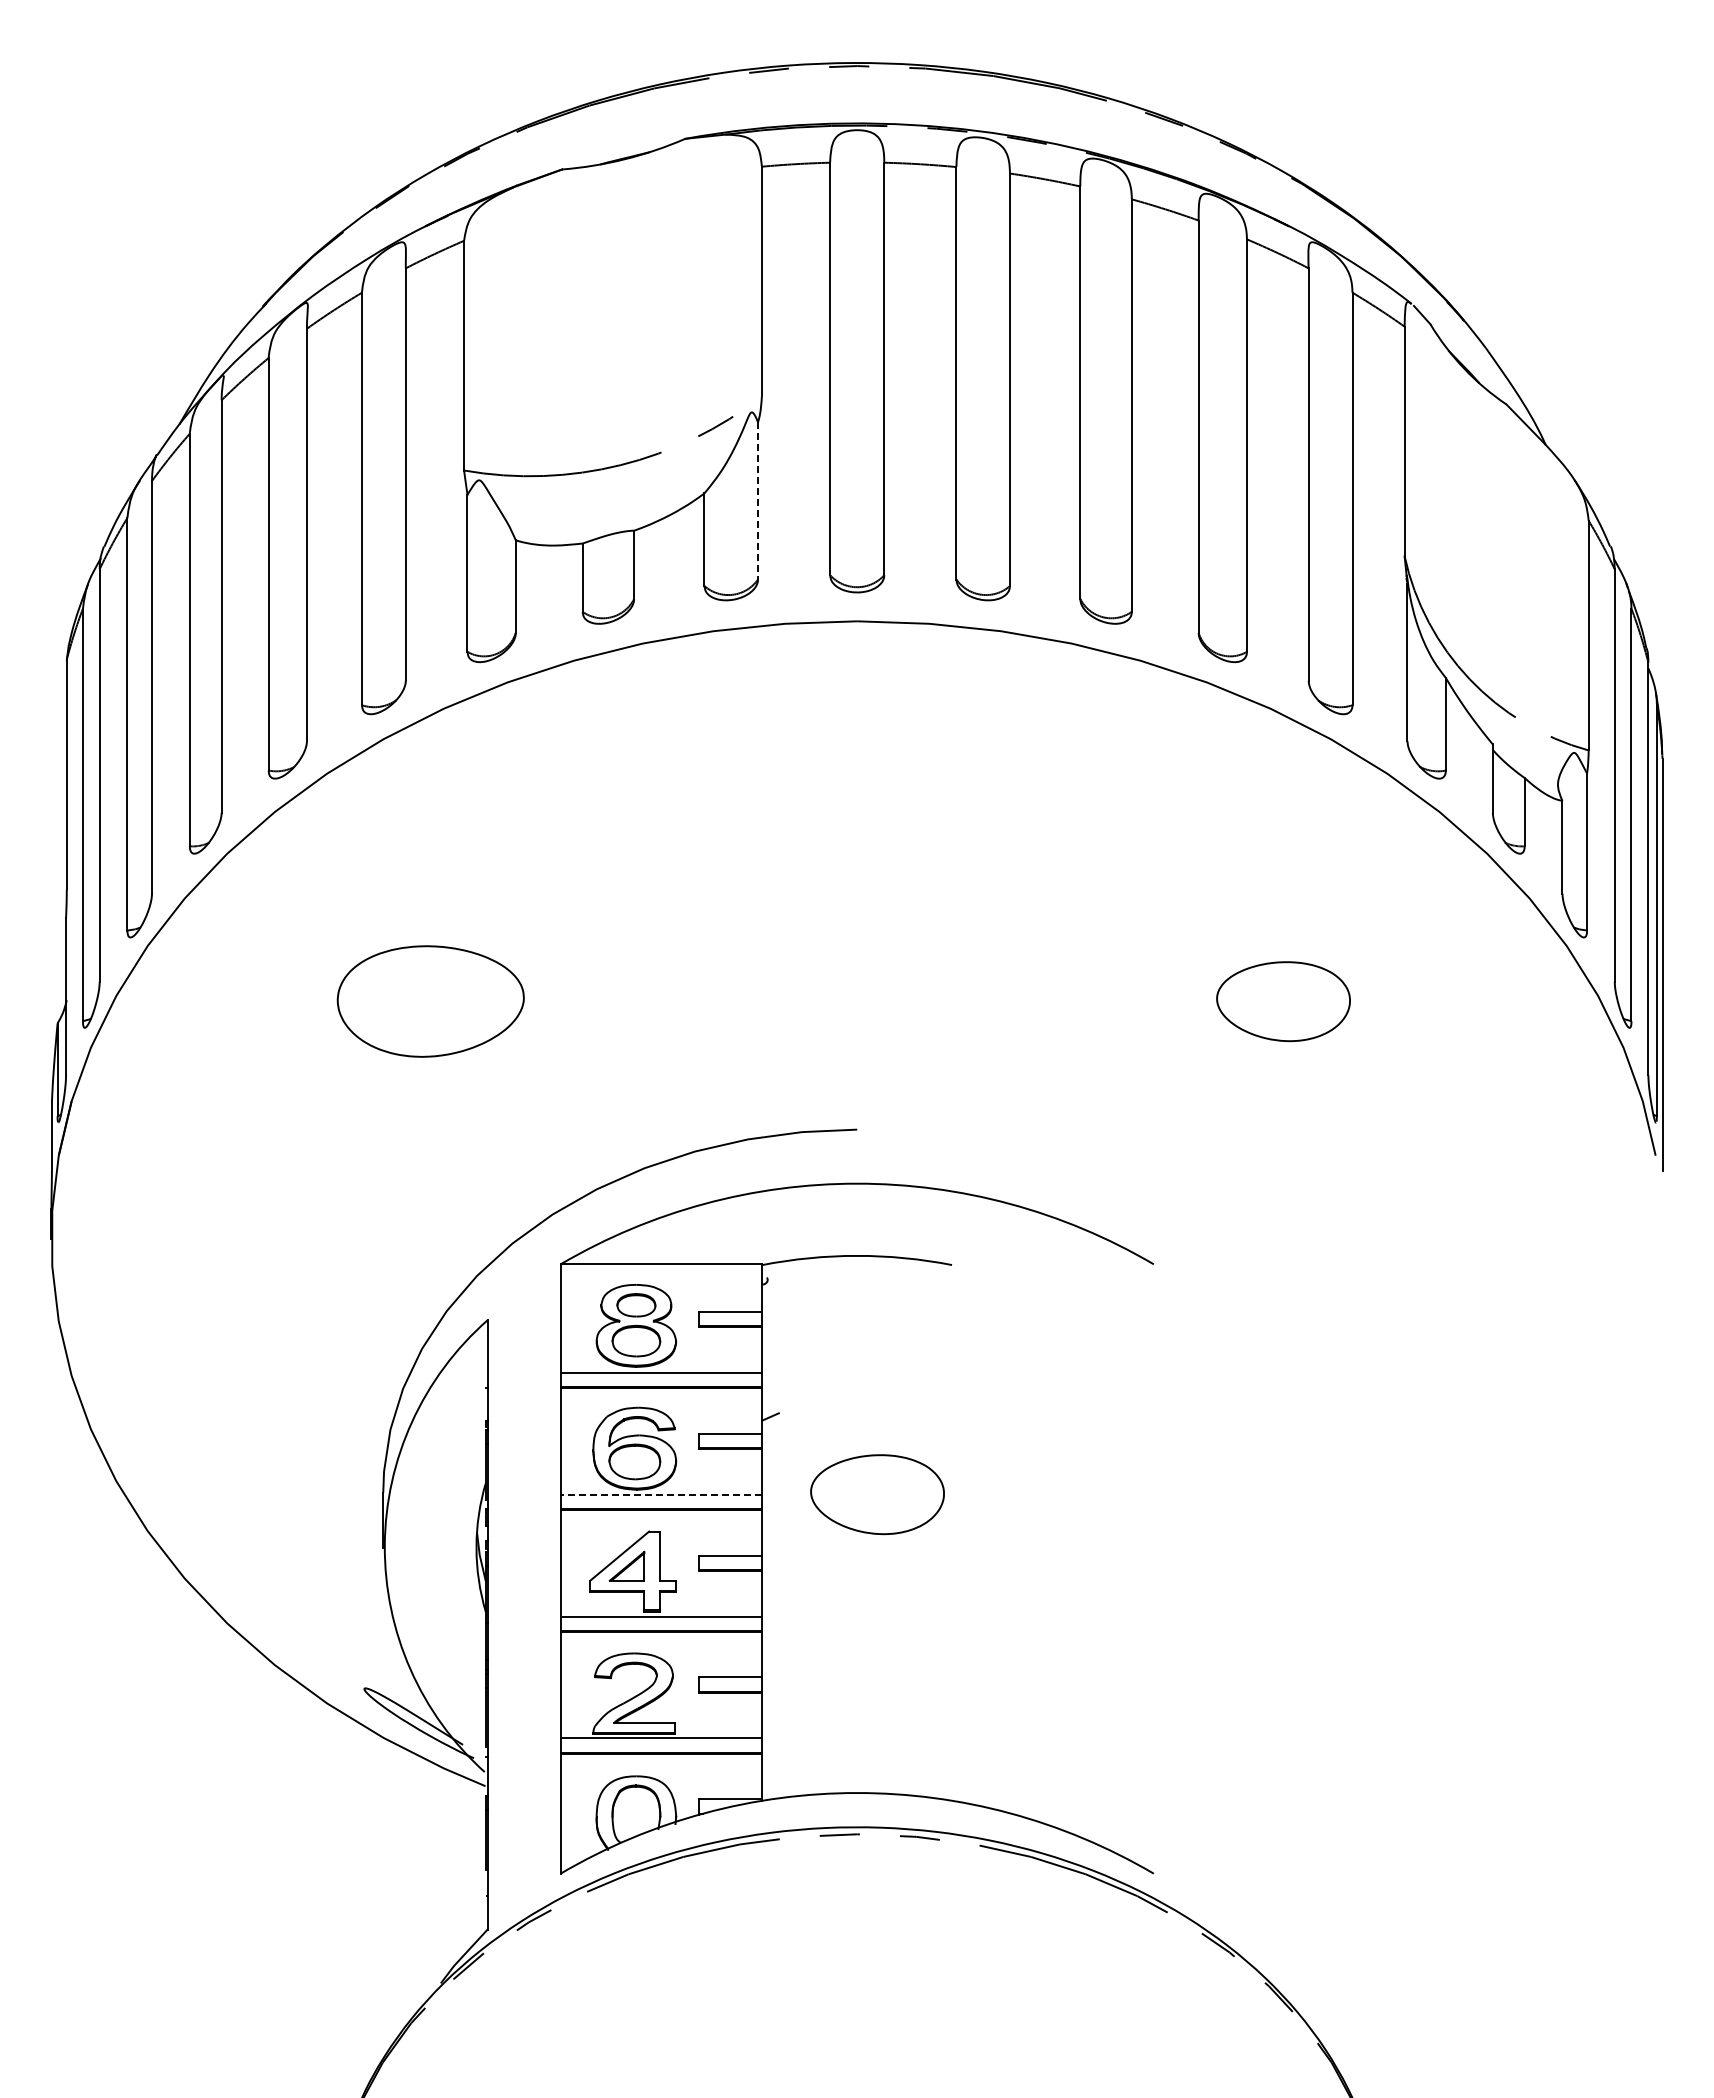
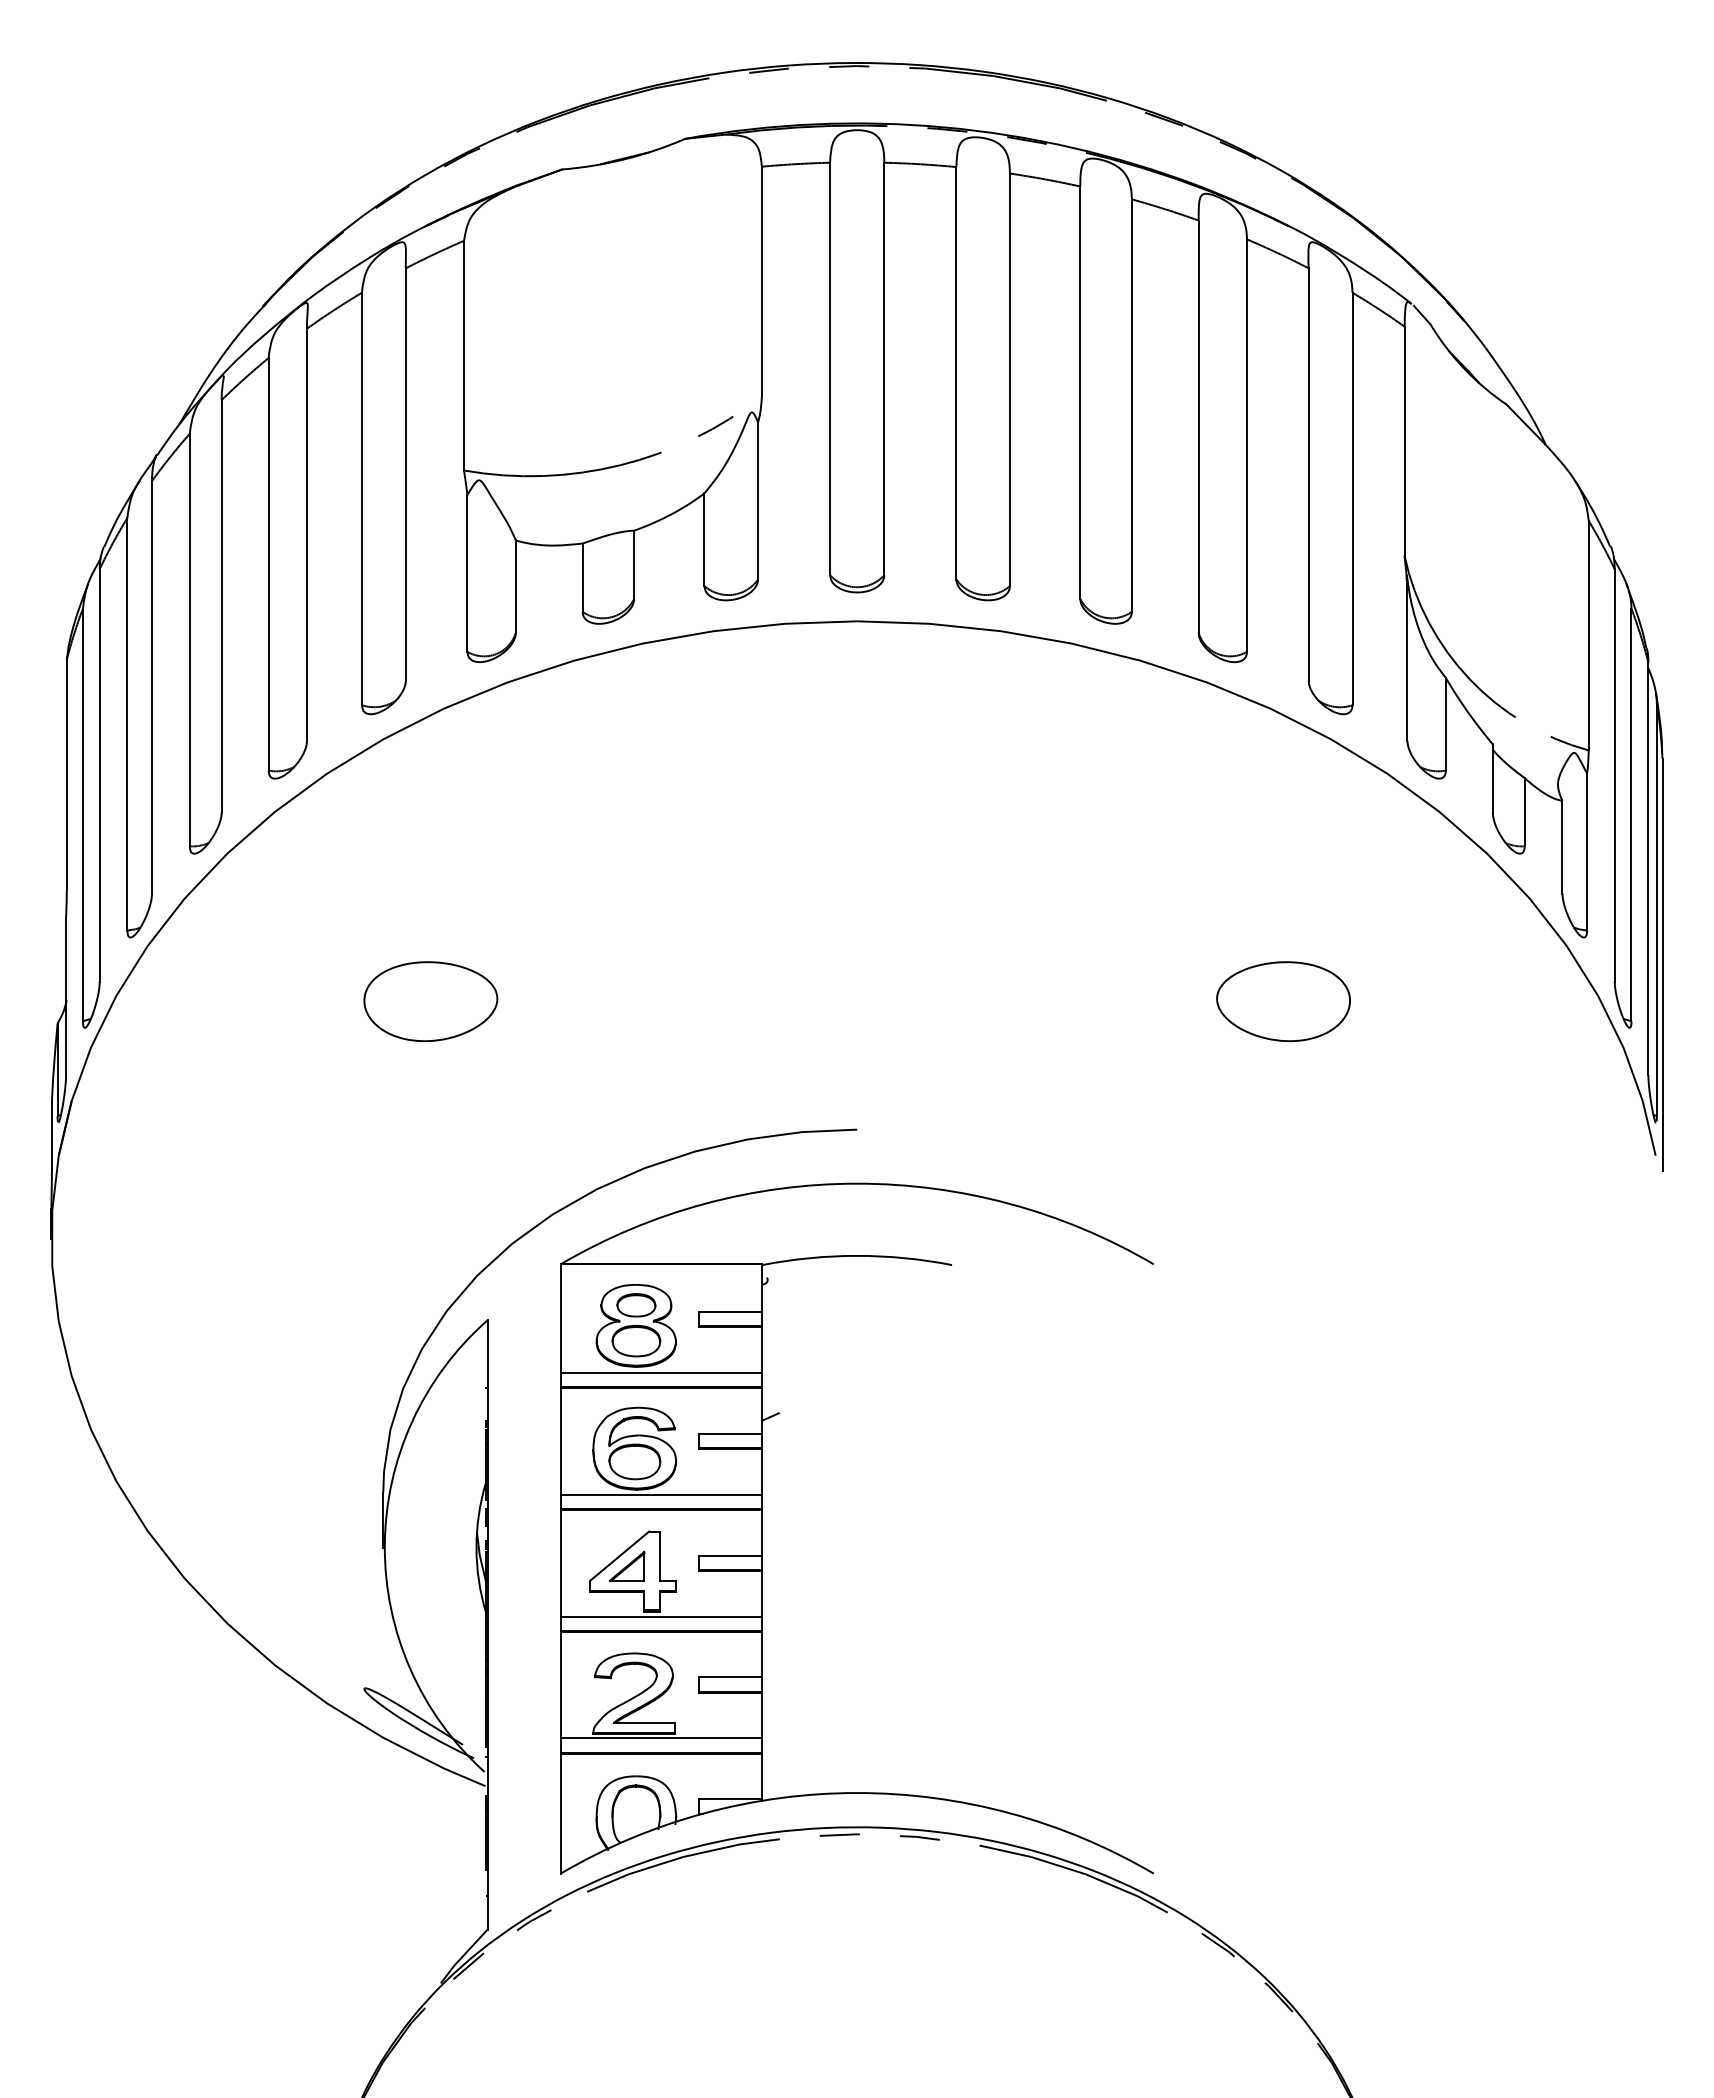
line at (758, 501): dashed -> solid
part at (430, 1001) size: 189x113 px -> 136x82 px
line at (661, 1494): dashed -> solid
part at (877, 1494): present -> none
